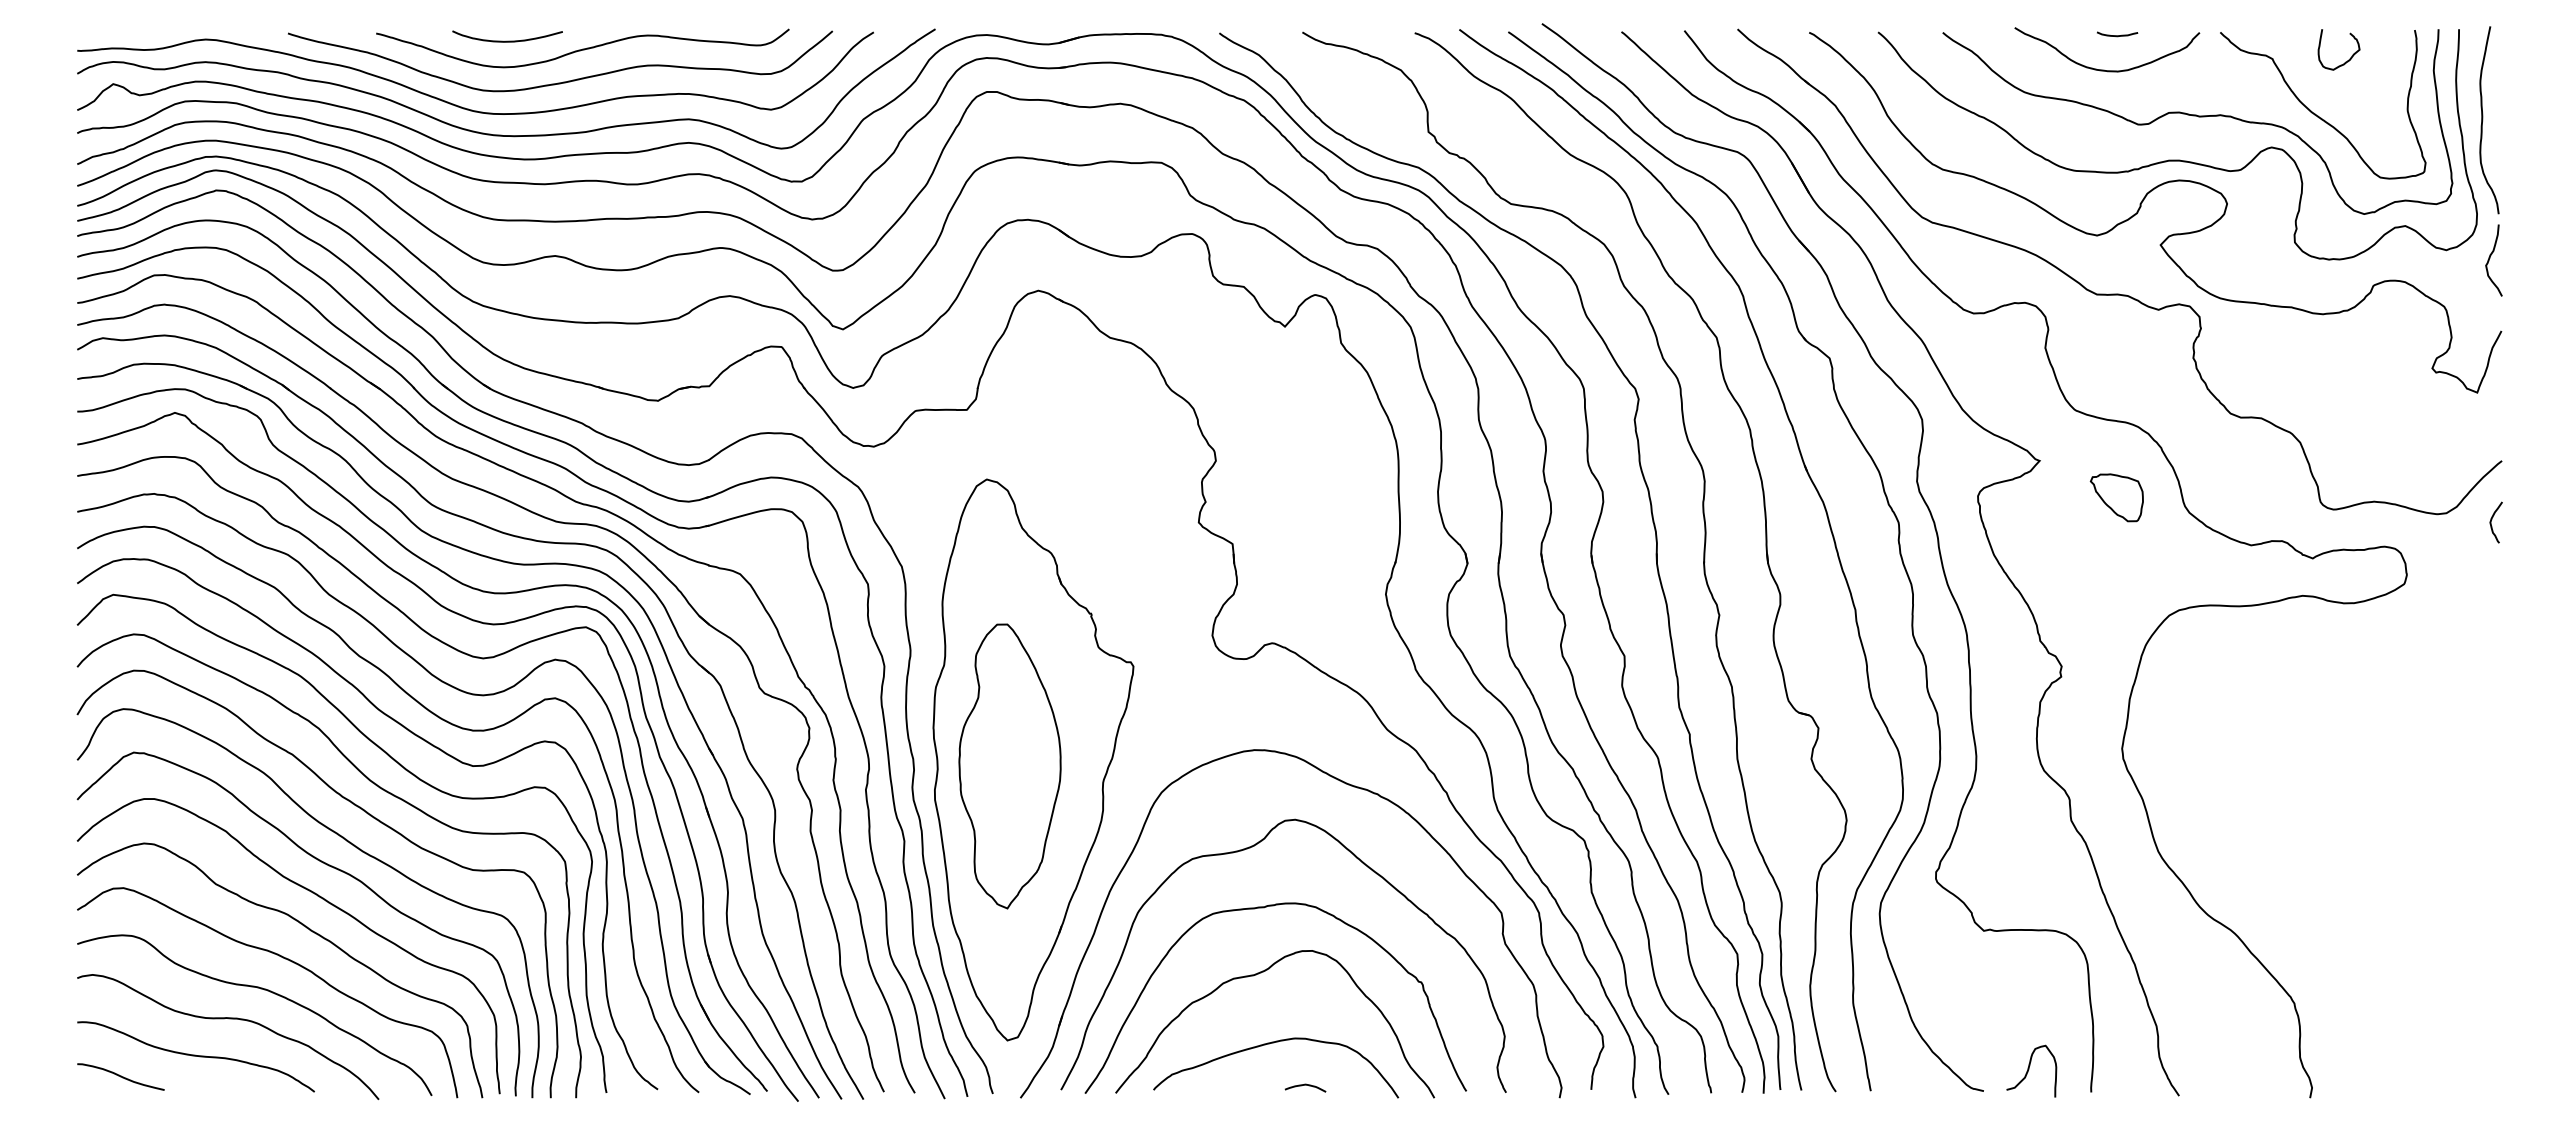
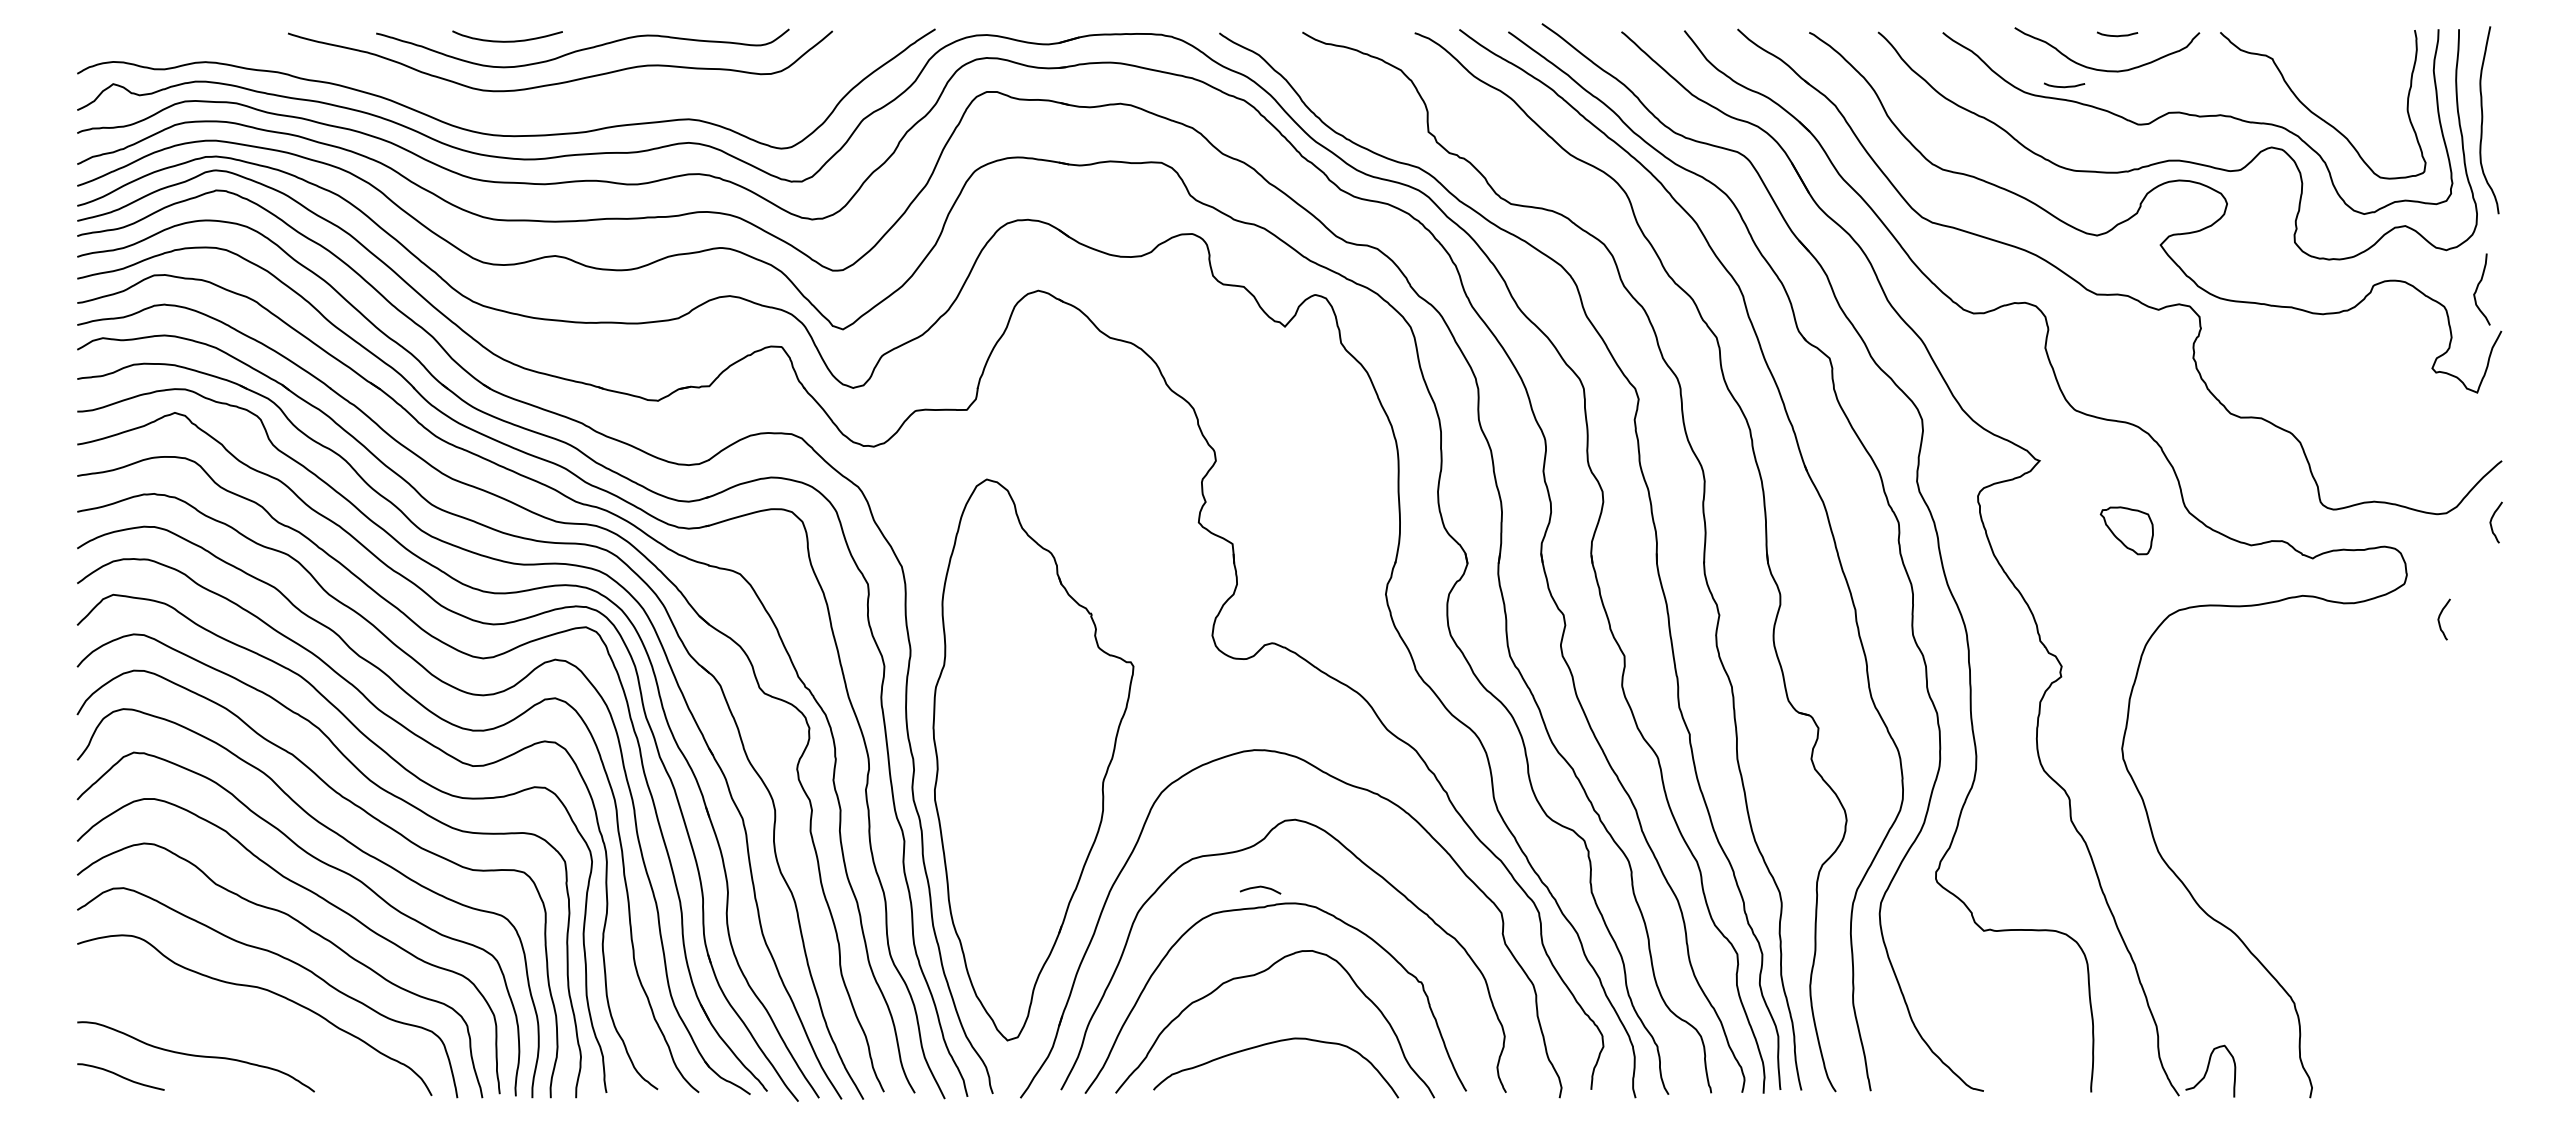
curve at (2345, 61): present -> none
curve at (2064, 86): none -> present
curve at (465, 107): present -> none
curve at (2490, 258) position: (2490, 258) -> (2478, 287)
part at (2116, 497) position: (2116, 497) -> (2126, 530)
curve at (2439, 619): none -> present
part at (1009, 766): present -> none
curve at (228, 1019): present -> none
curve at (2029, 1069) position: (2029, 1069) -> (2208, 1069)
curve at (1305, 1085) position: (1305, 1085) -> (1260, 887)
